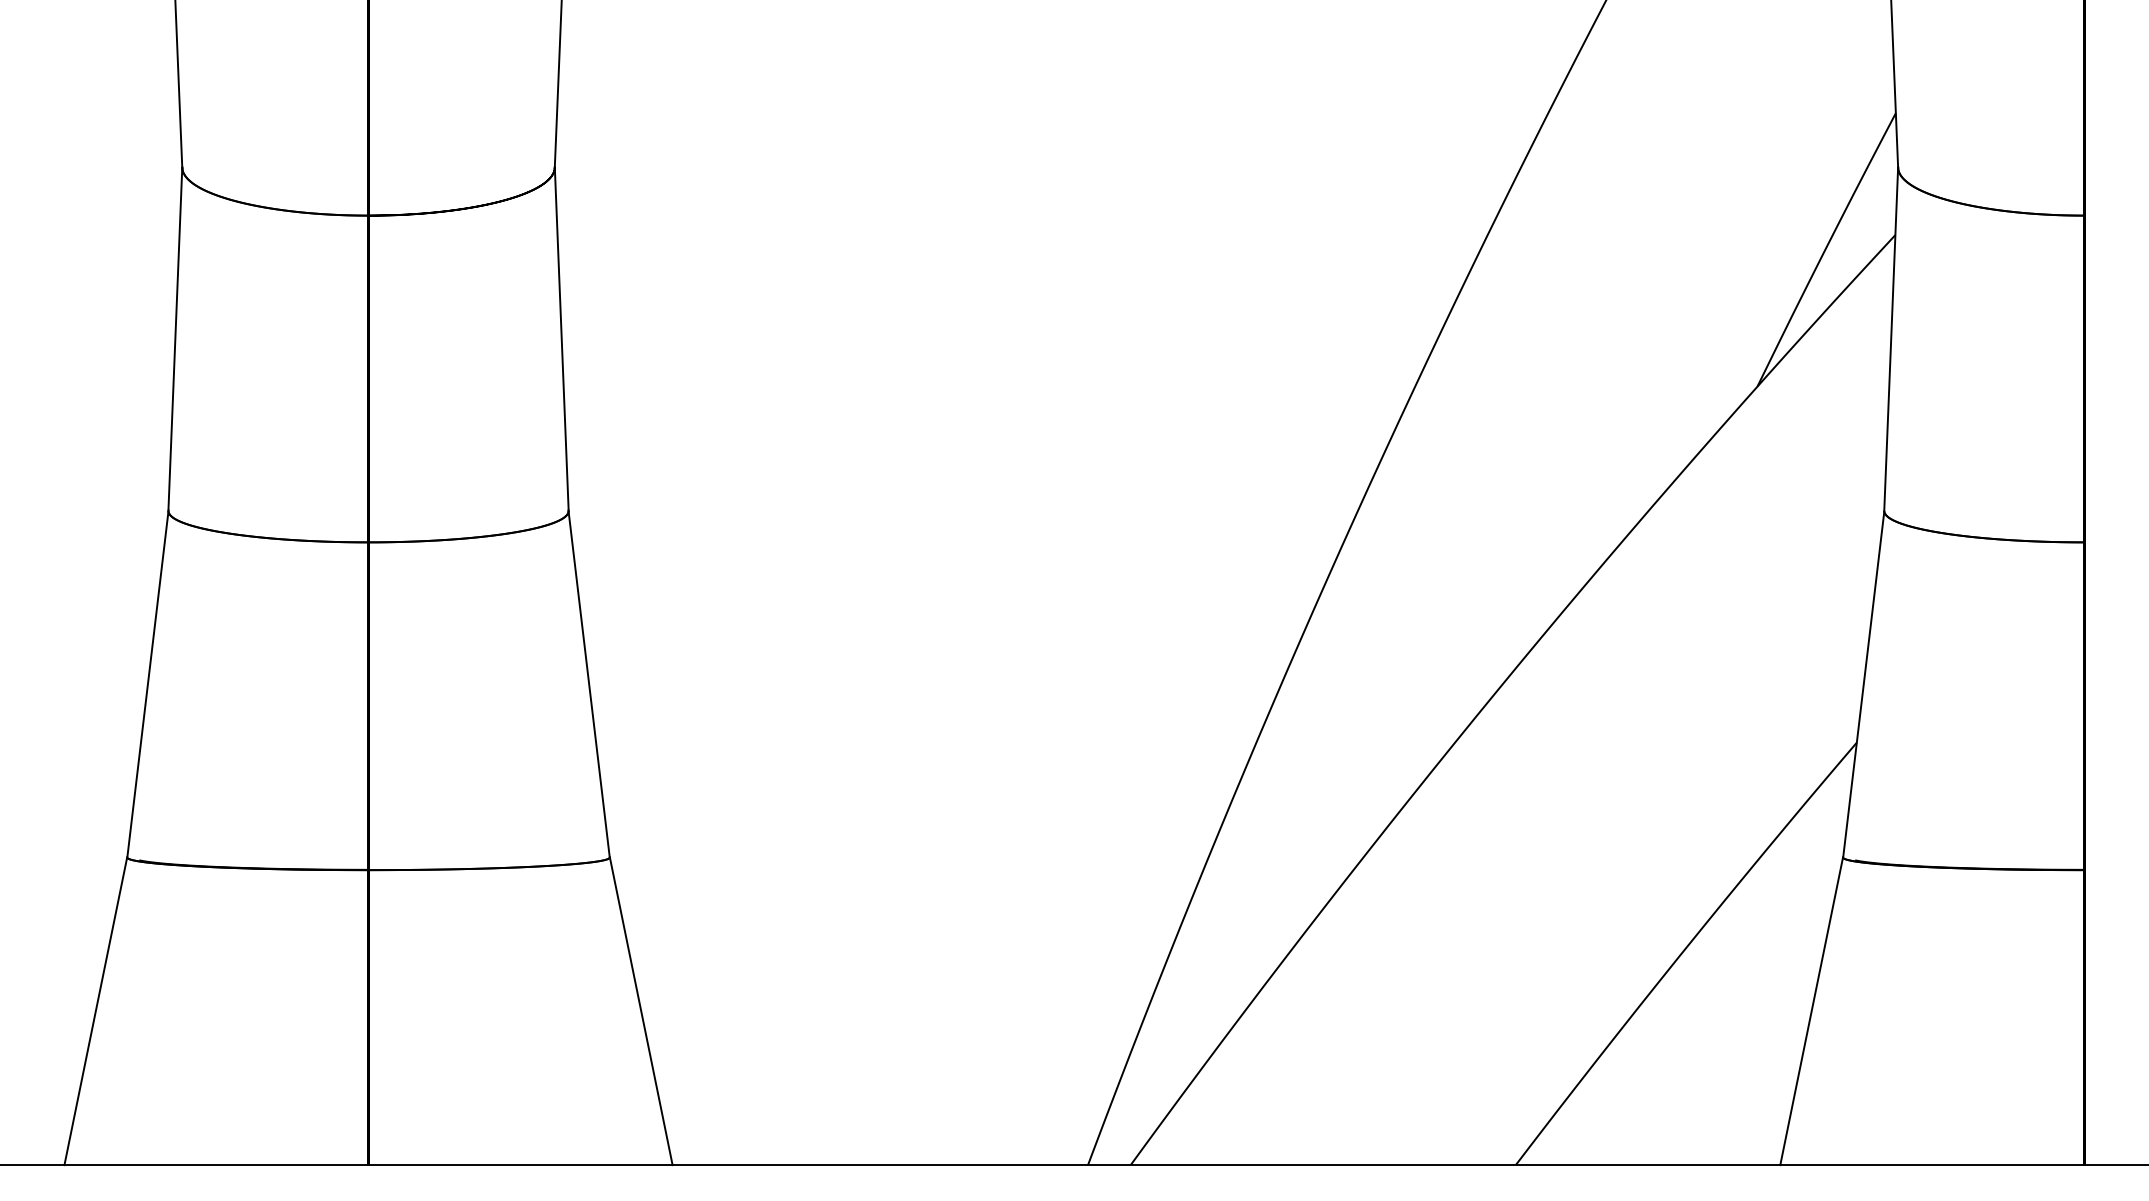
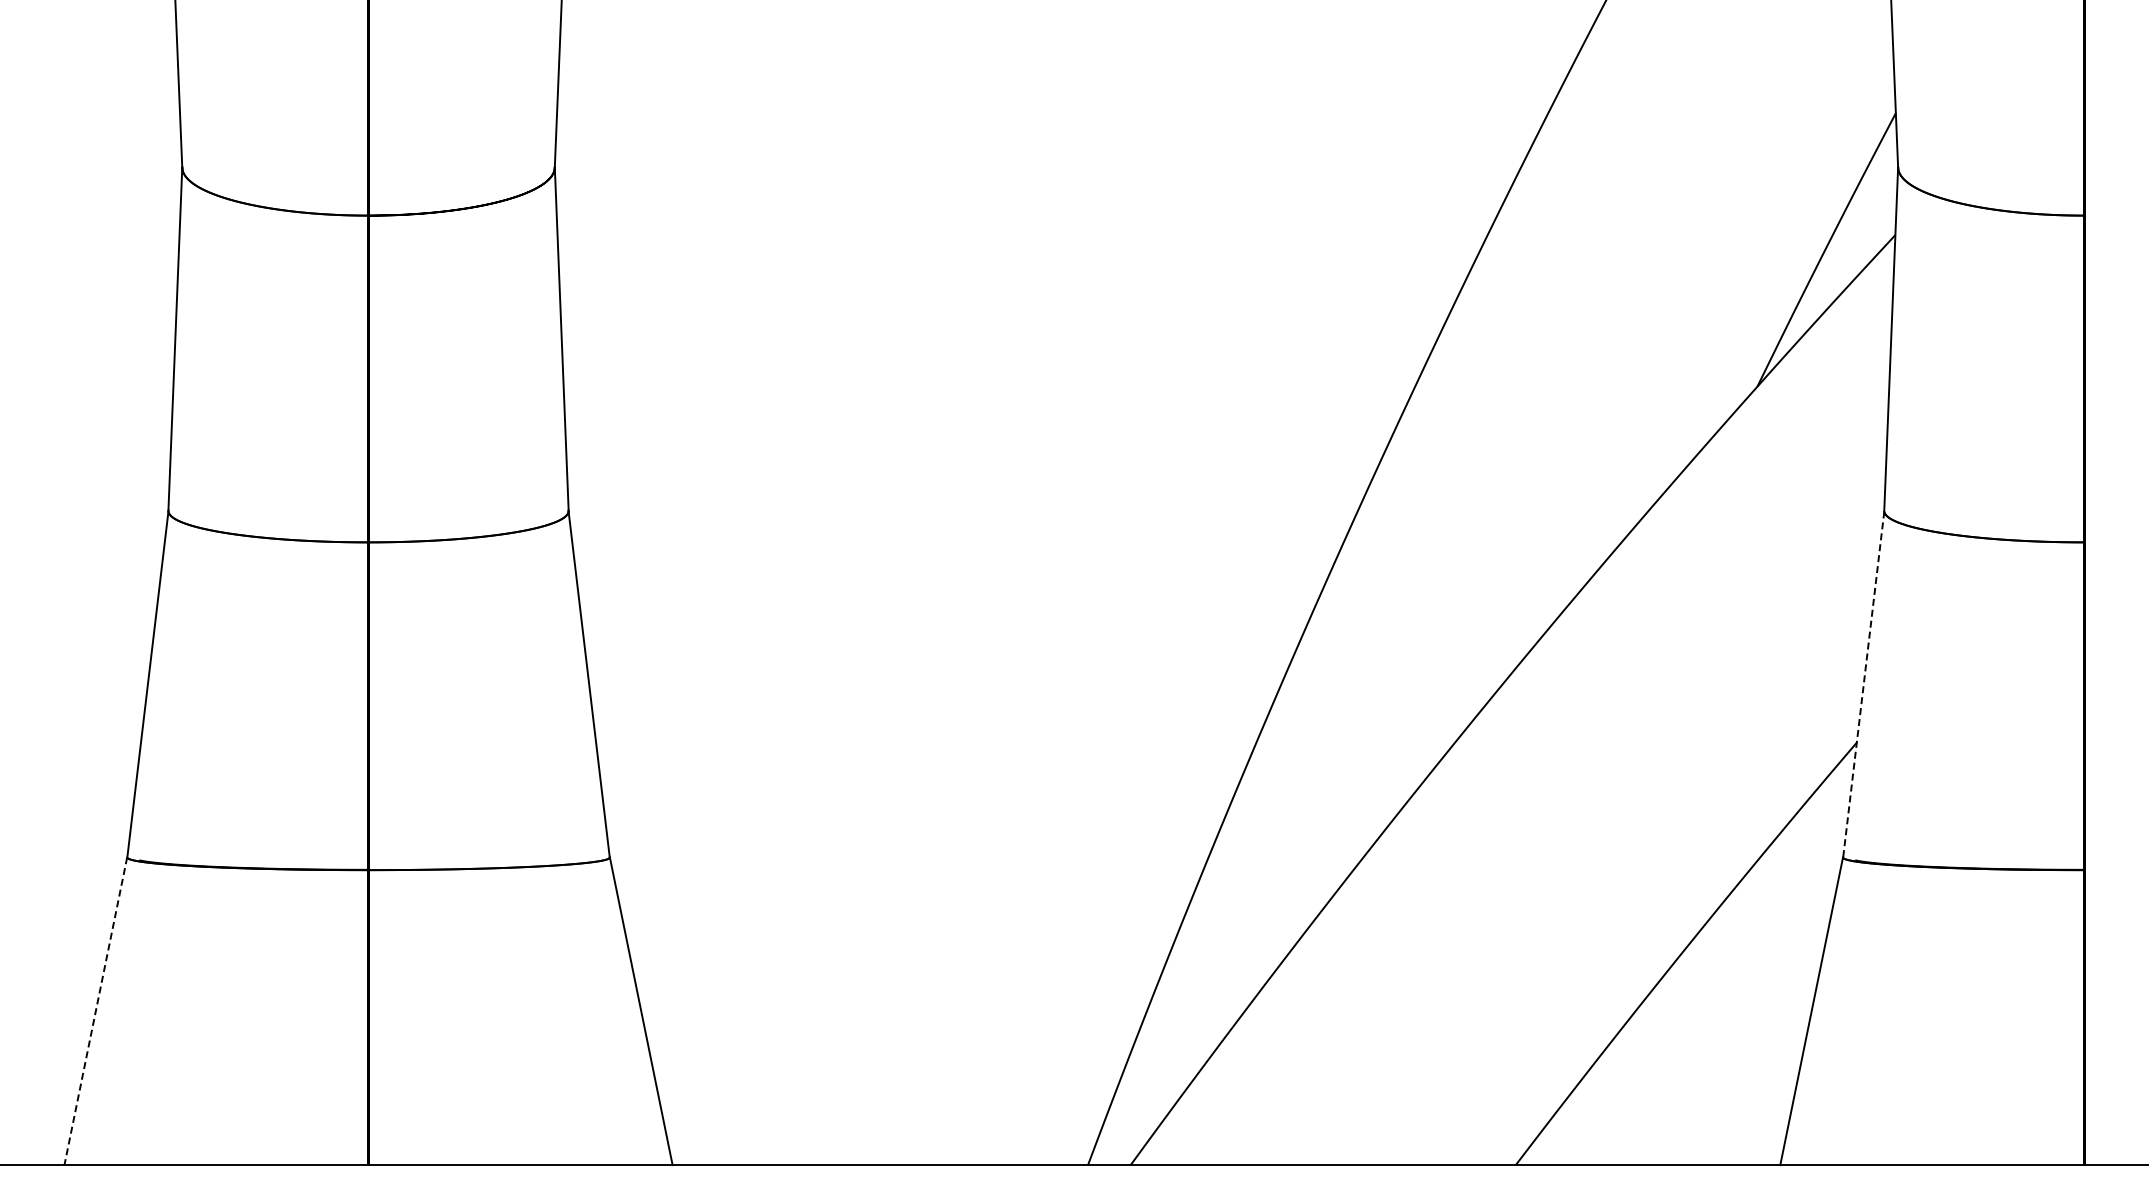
line at (1863, 684): solid -> dashed
line at (95, 1011): solid -> dashed
